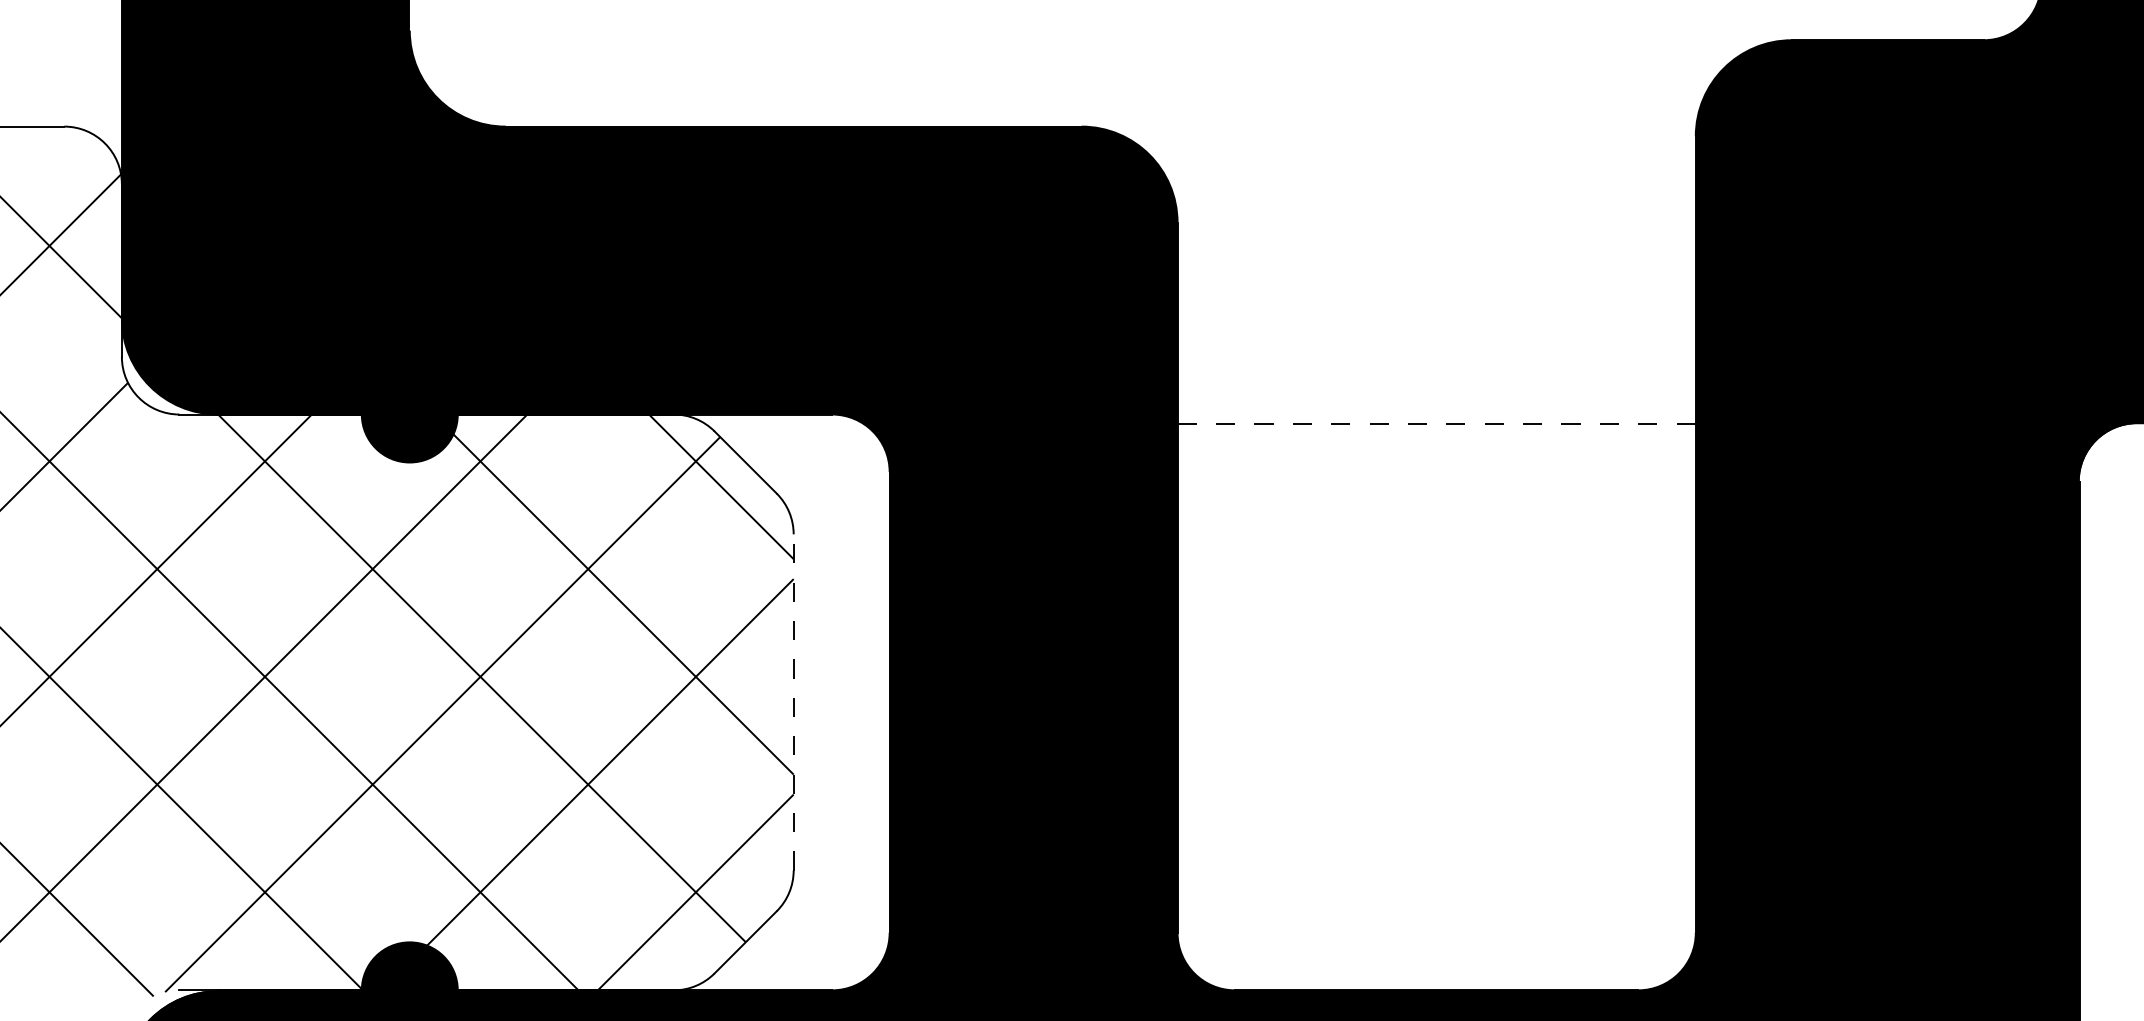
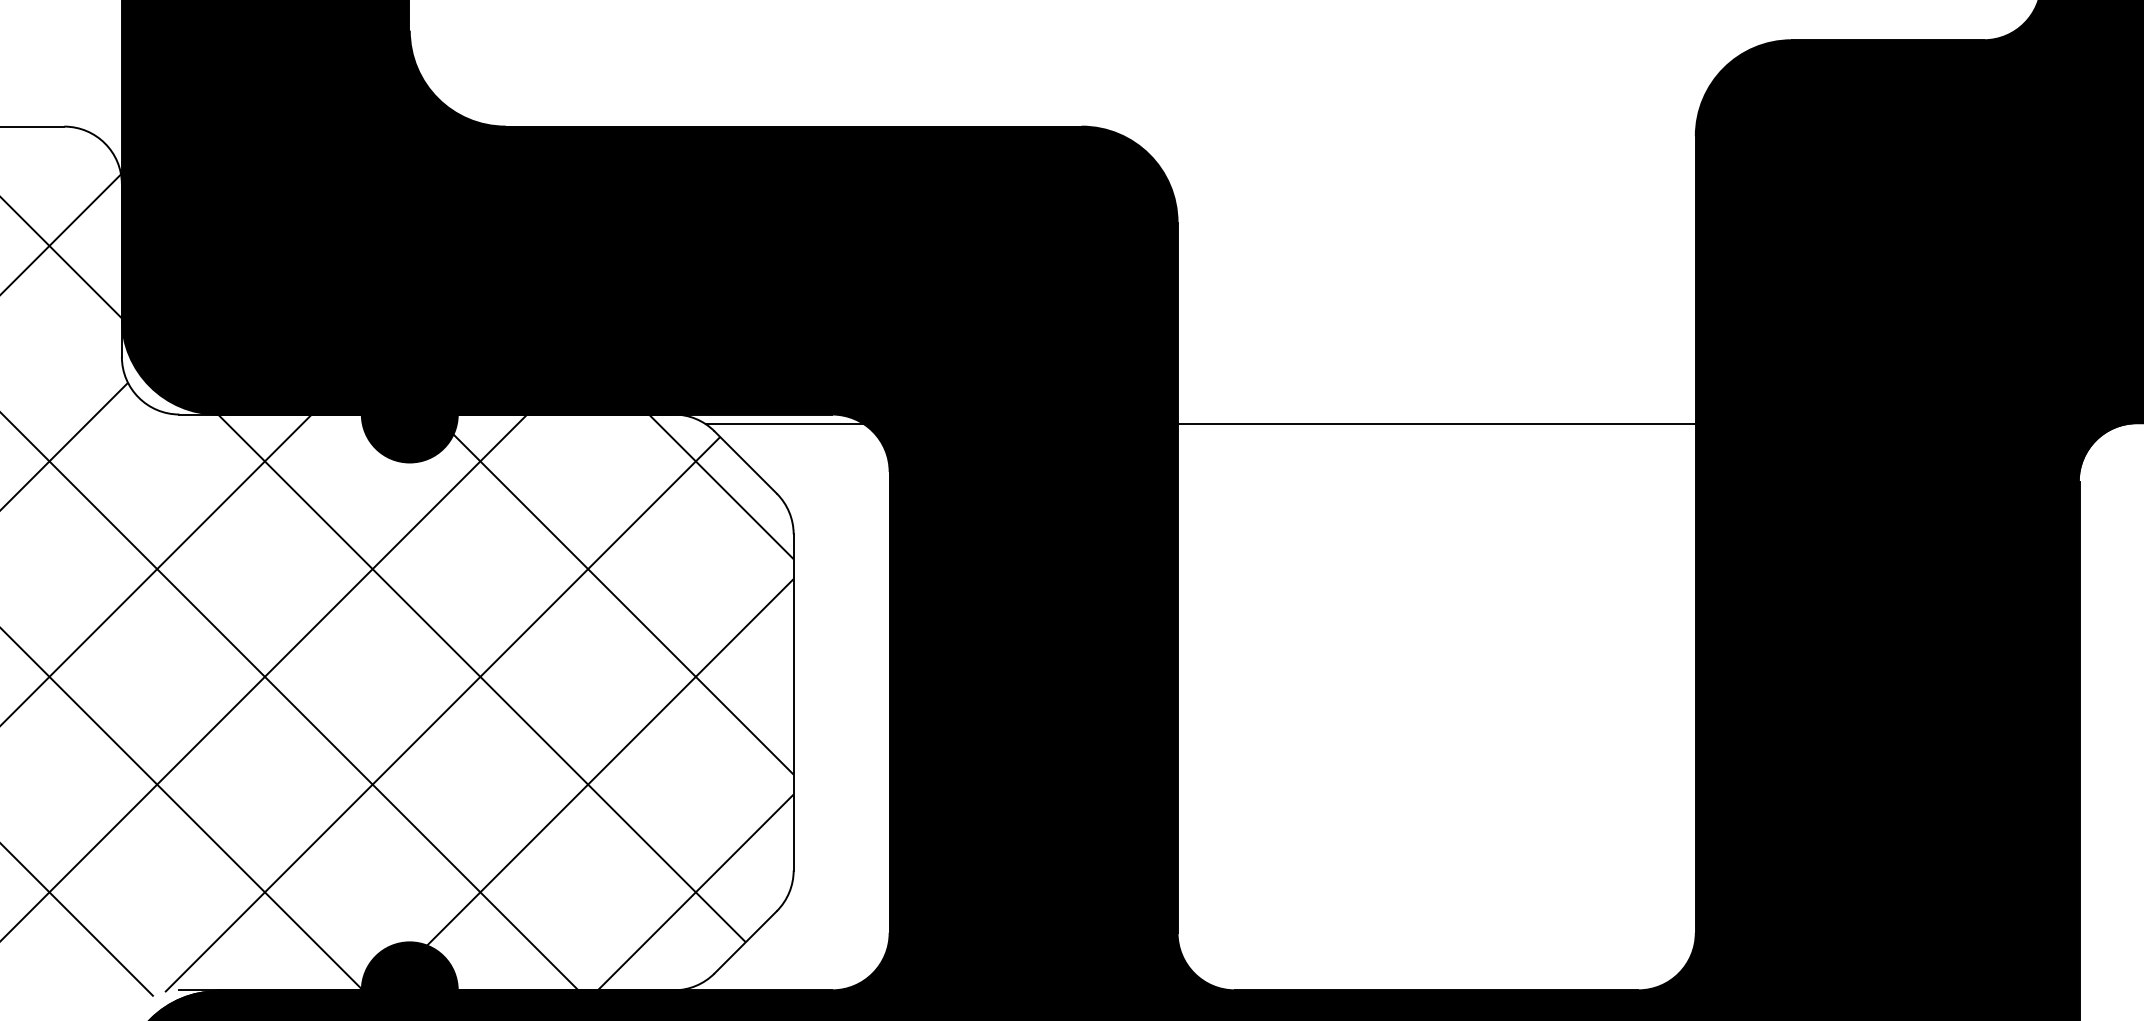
line at (784, 424): none -> present
line at (1436, 424): dashed -> solid
line at (793, 701): dashed -> solid
